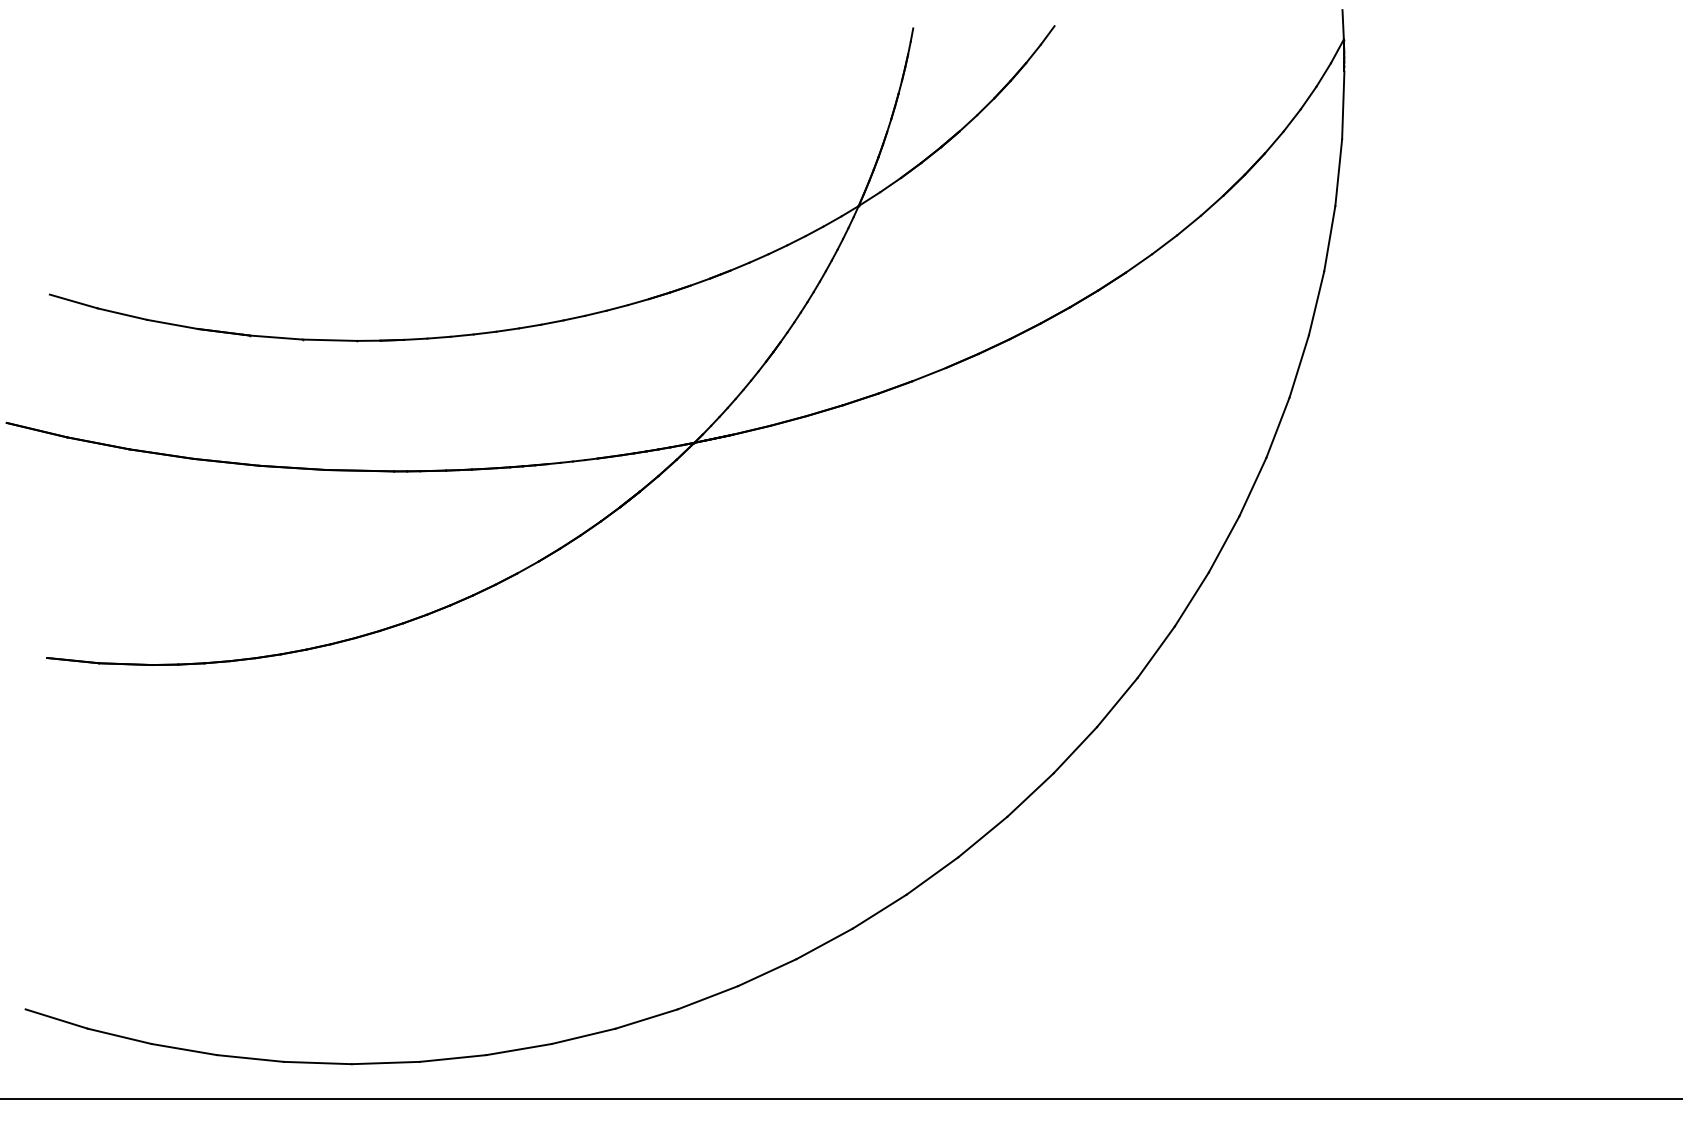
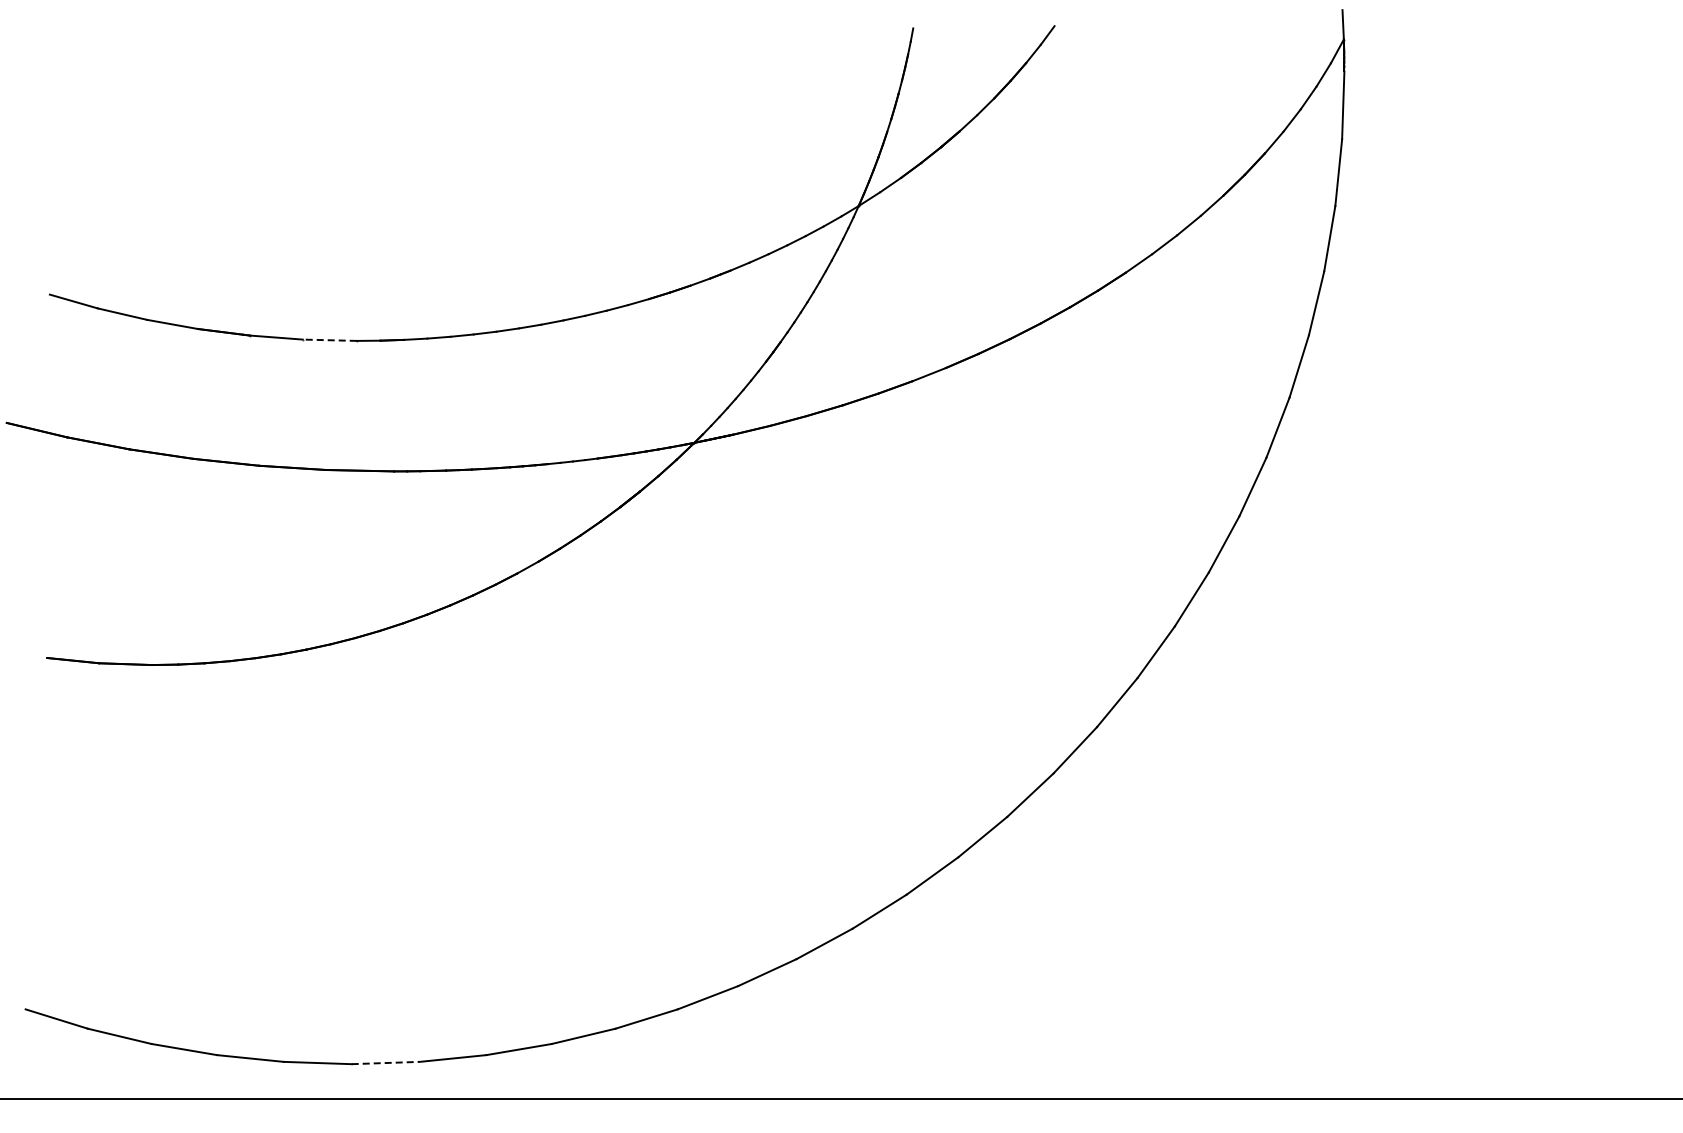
line at (329, 340): solid -> dashed
line at (386, 1063): solid -> dashed
